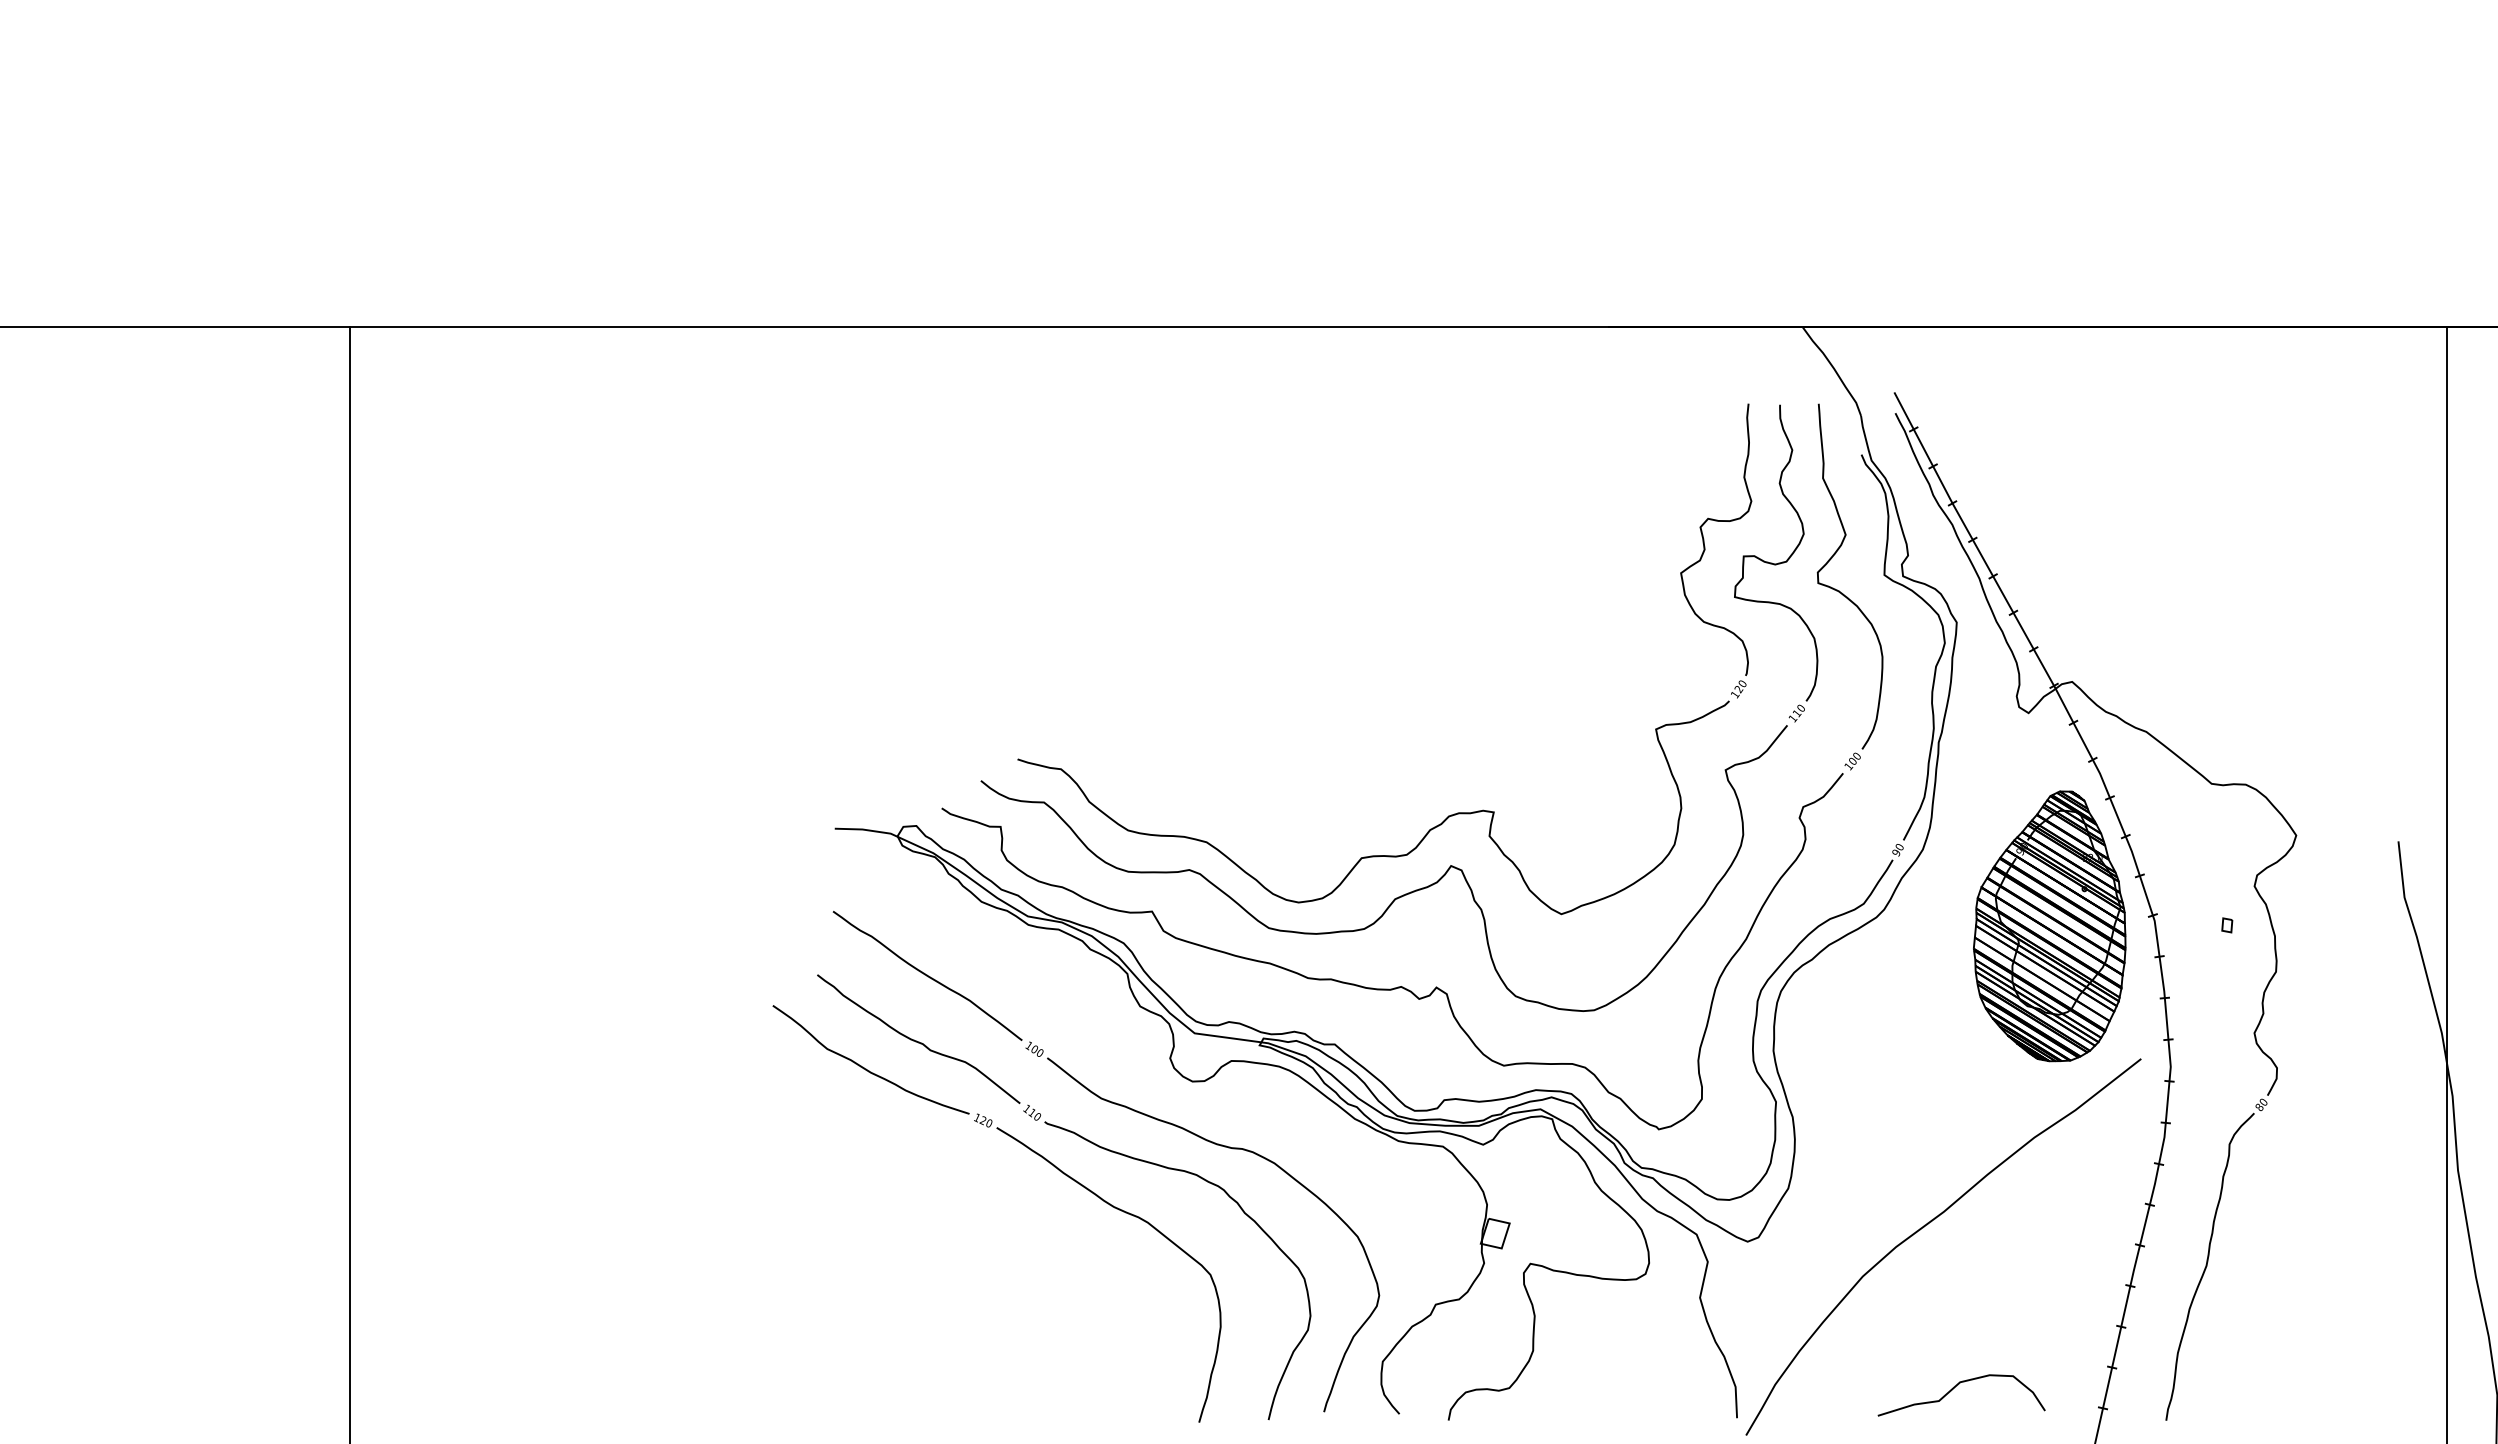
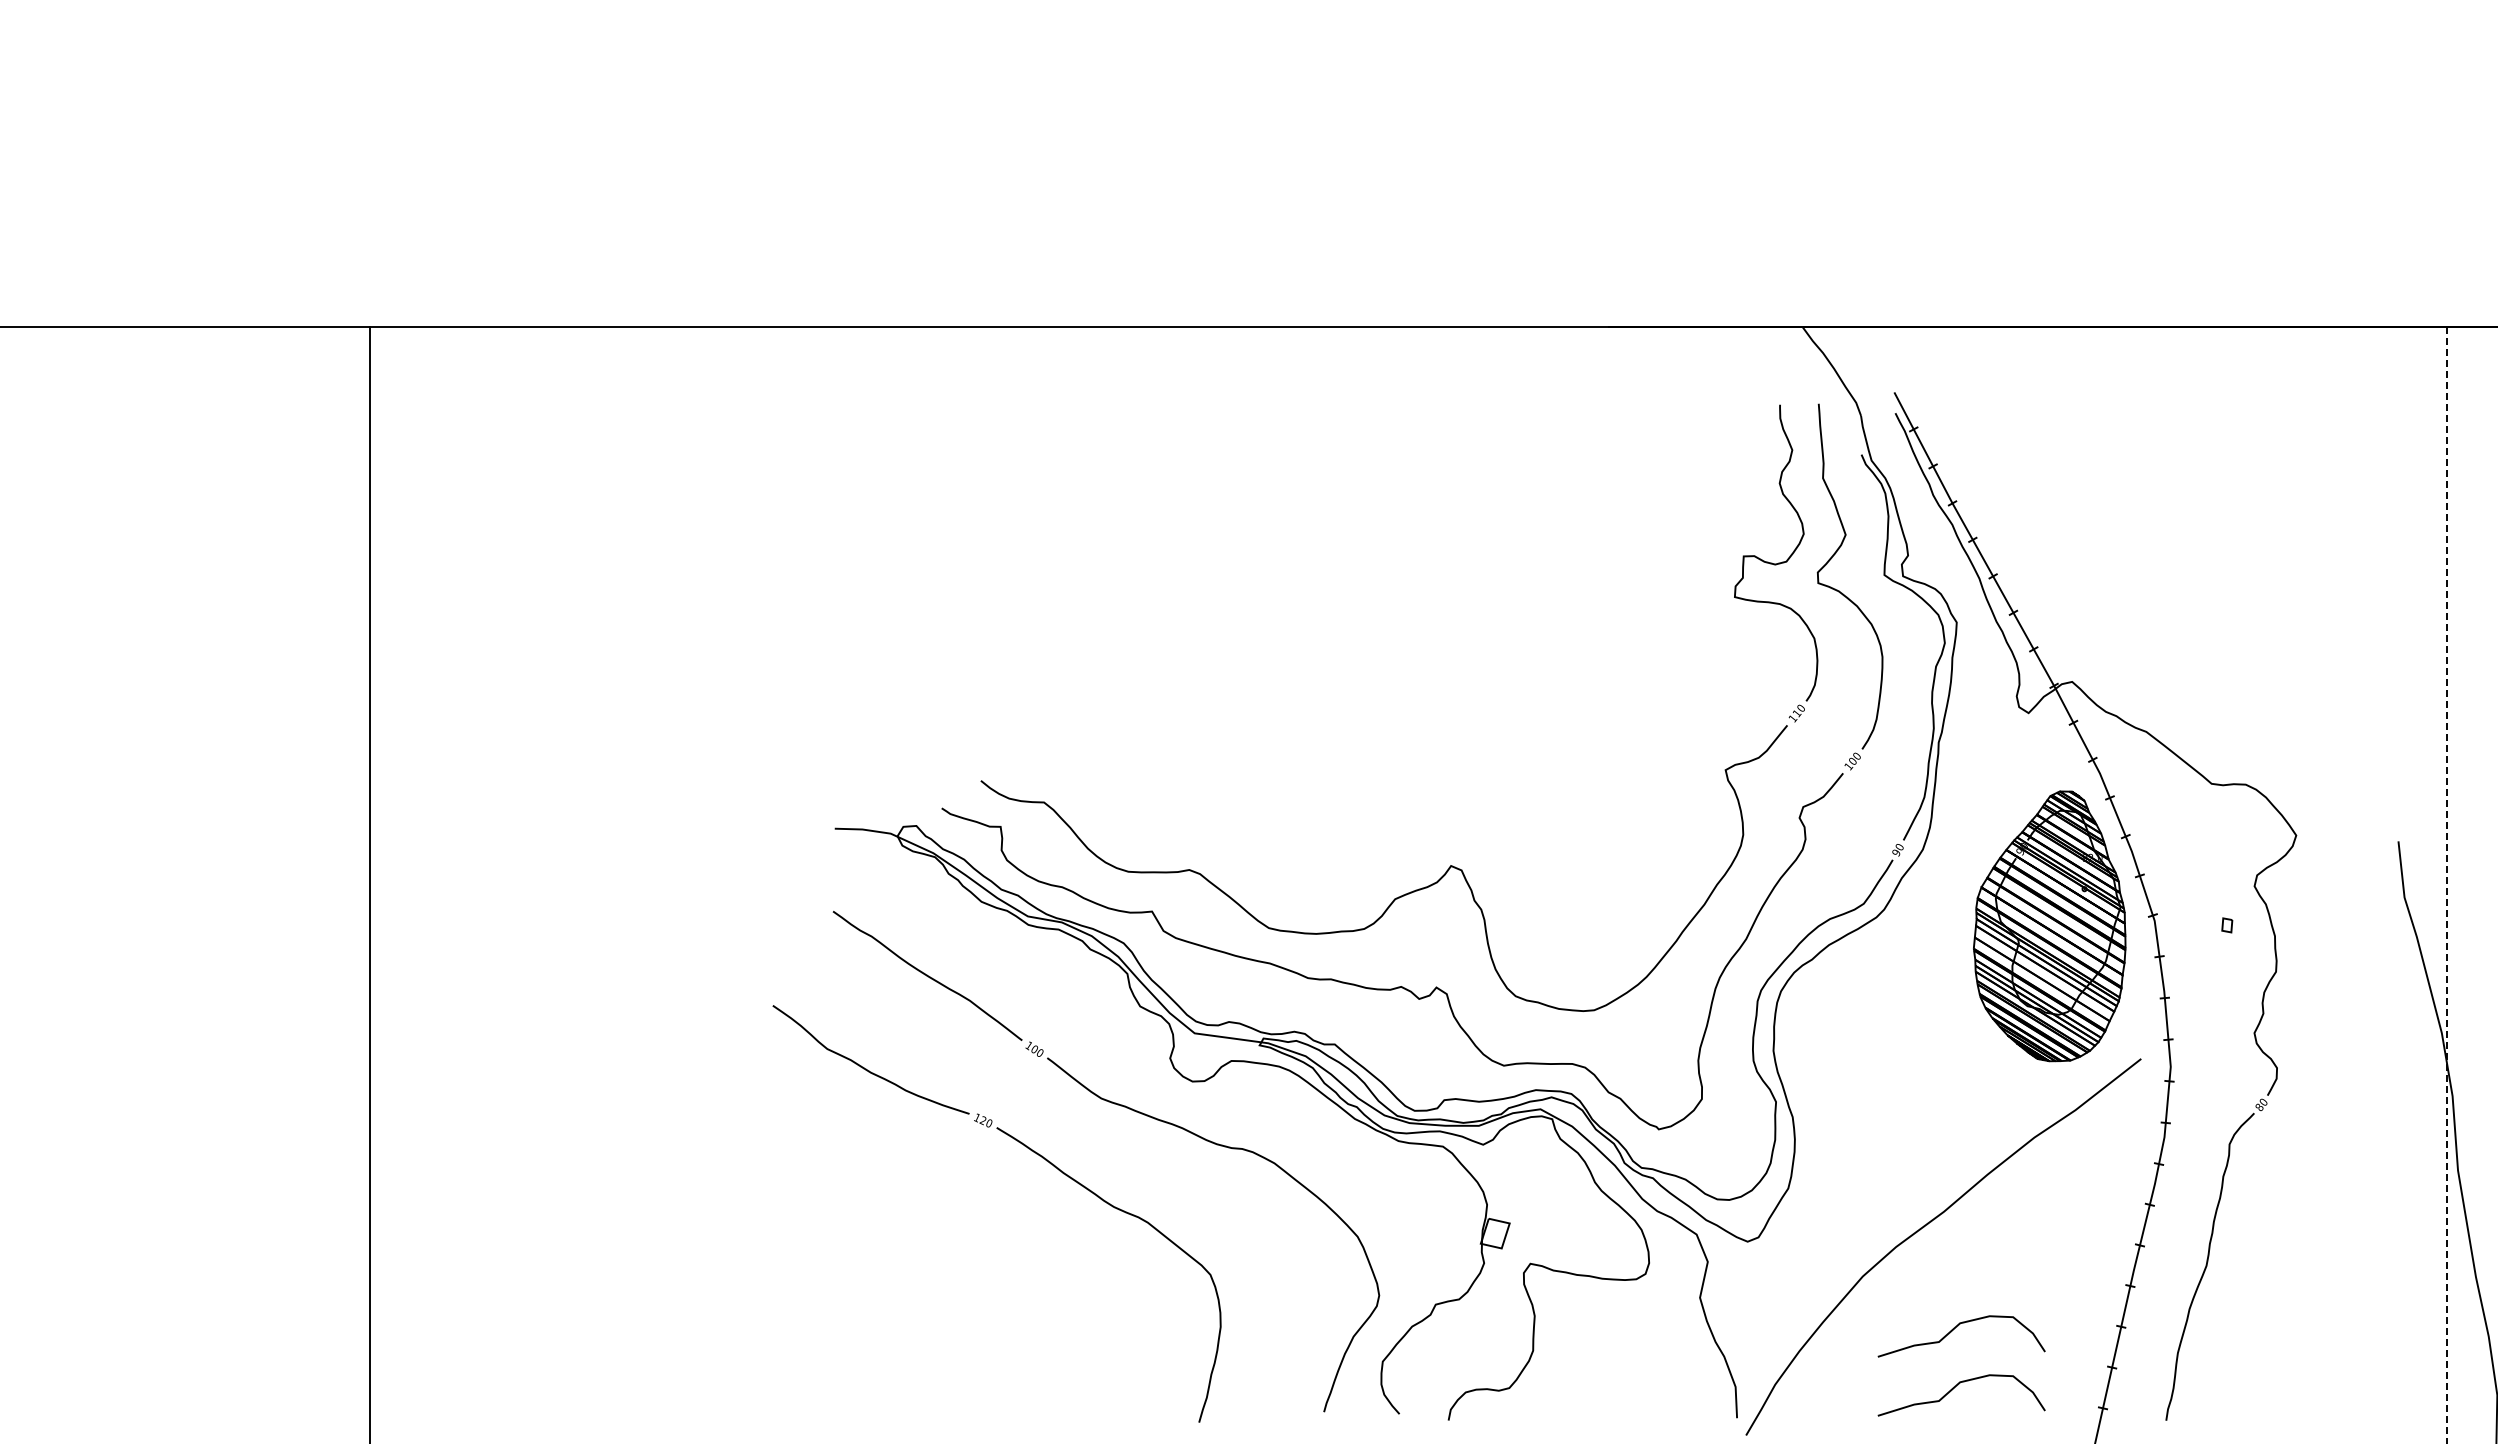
part at (1448, 815): present -> none
line at (350, 883) position: (350, 883) -> (370, 883)
line at (2447, 885): solid -> dashed
part at (1096, 1146): present -> none
curve at (1954, 1329): none -> present
